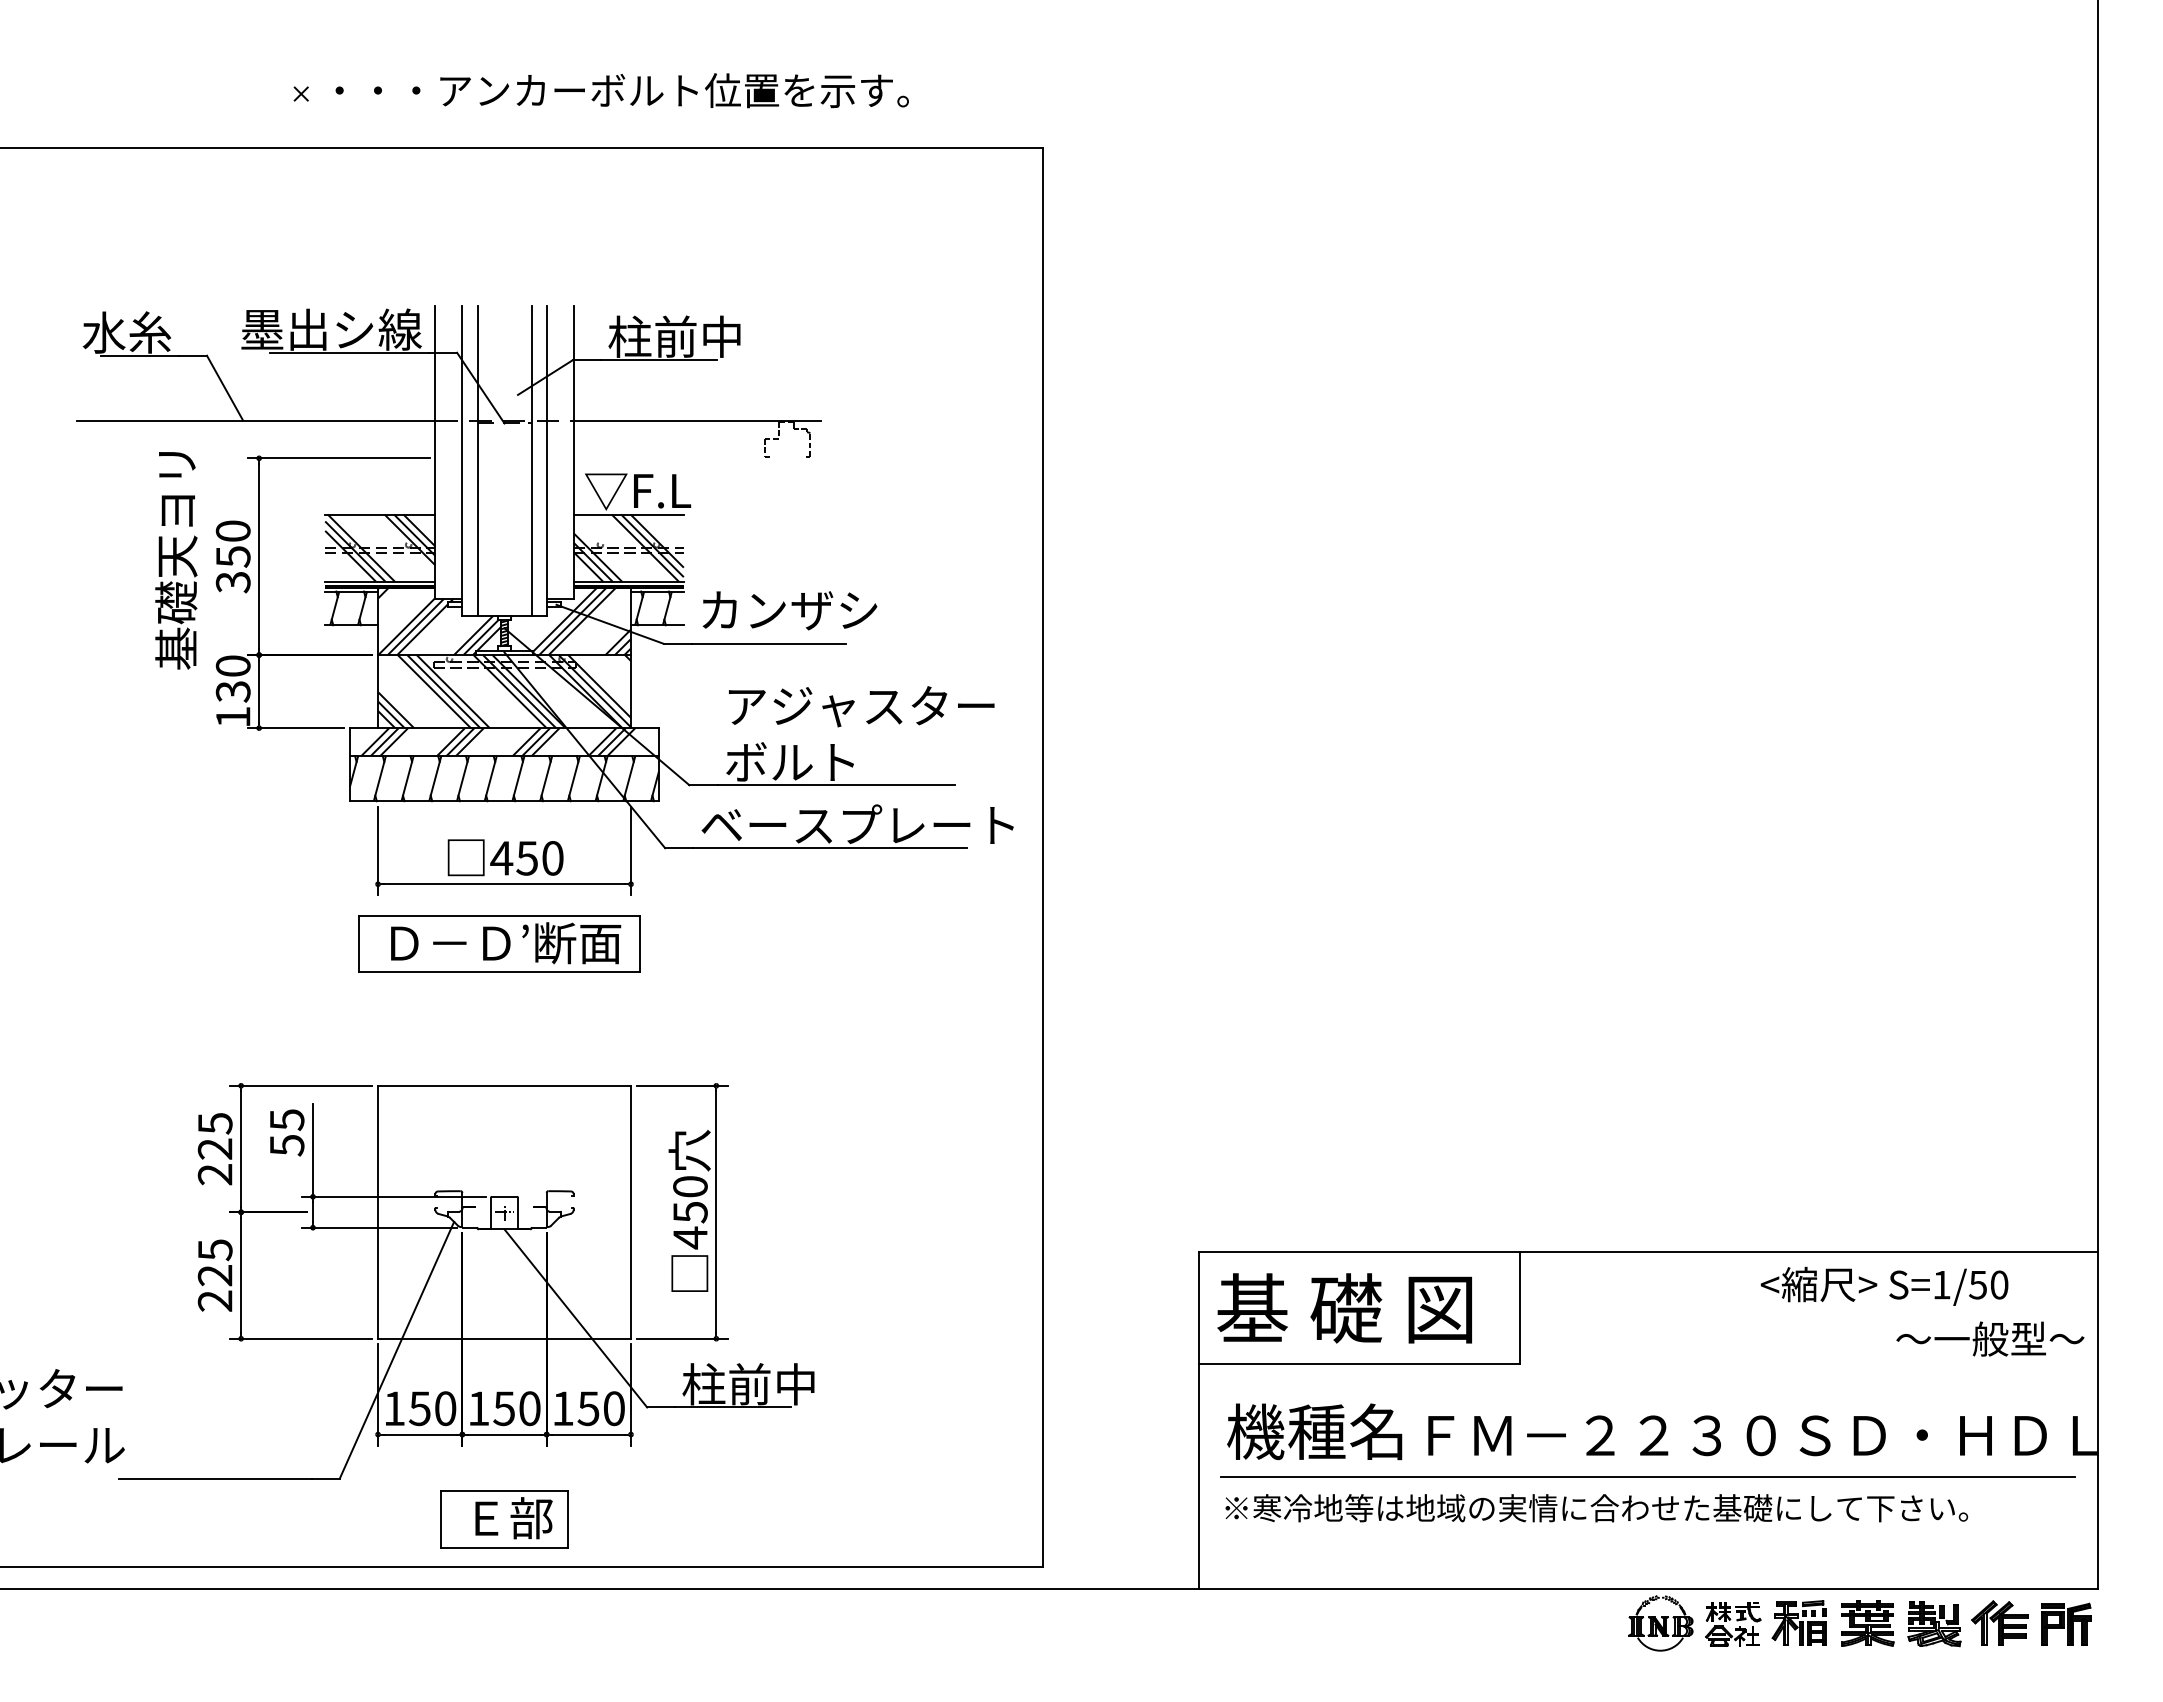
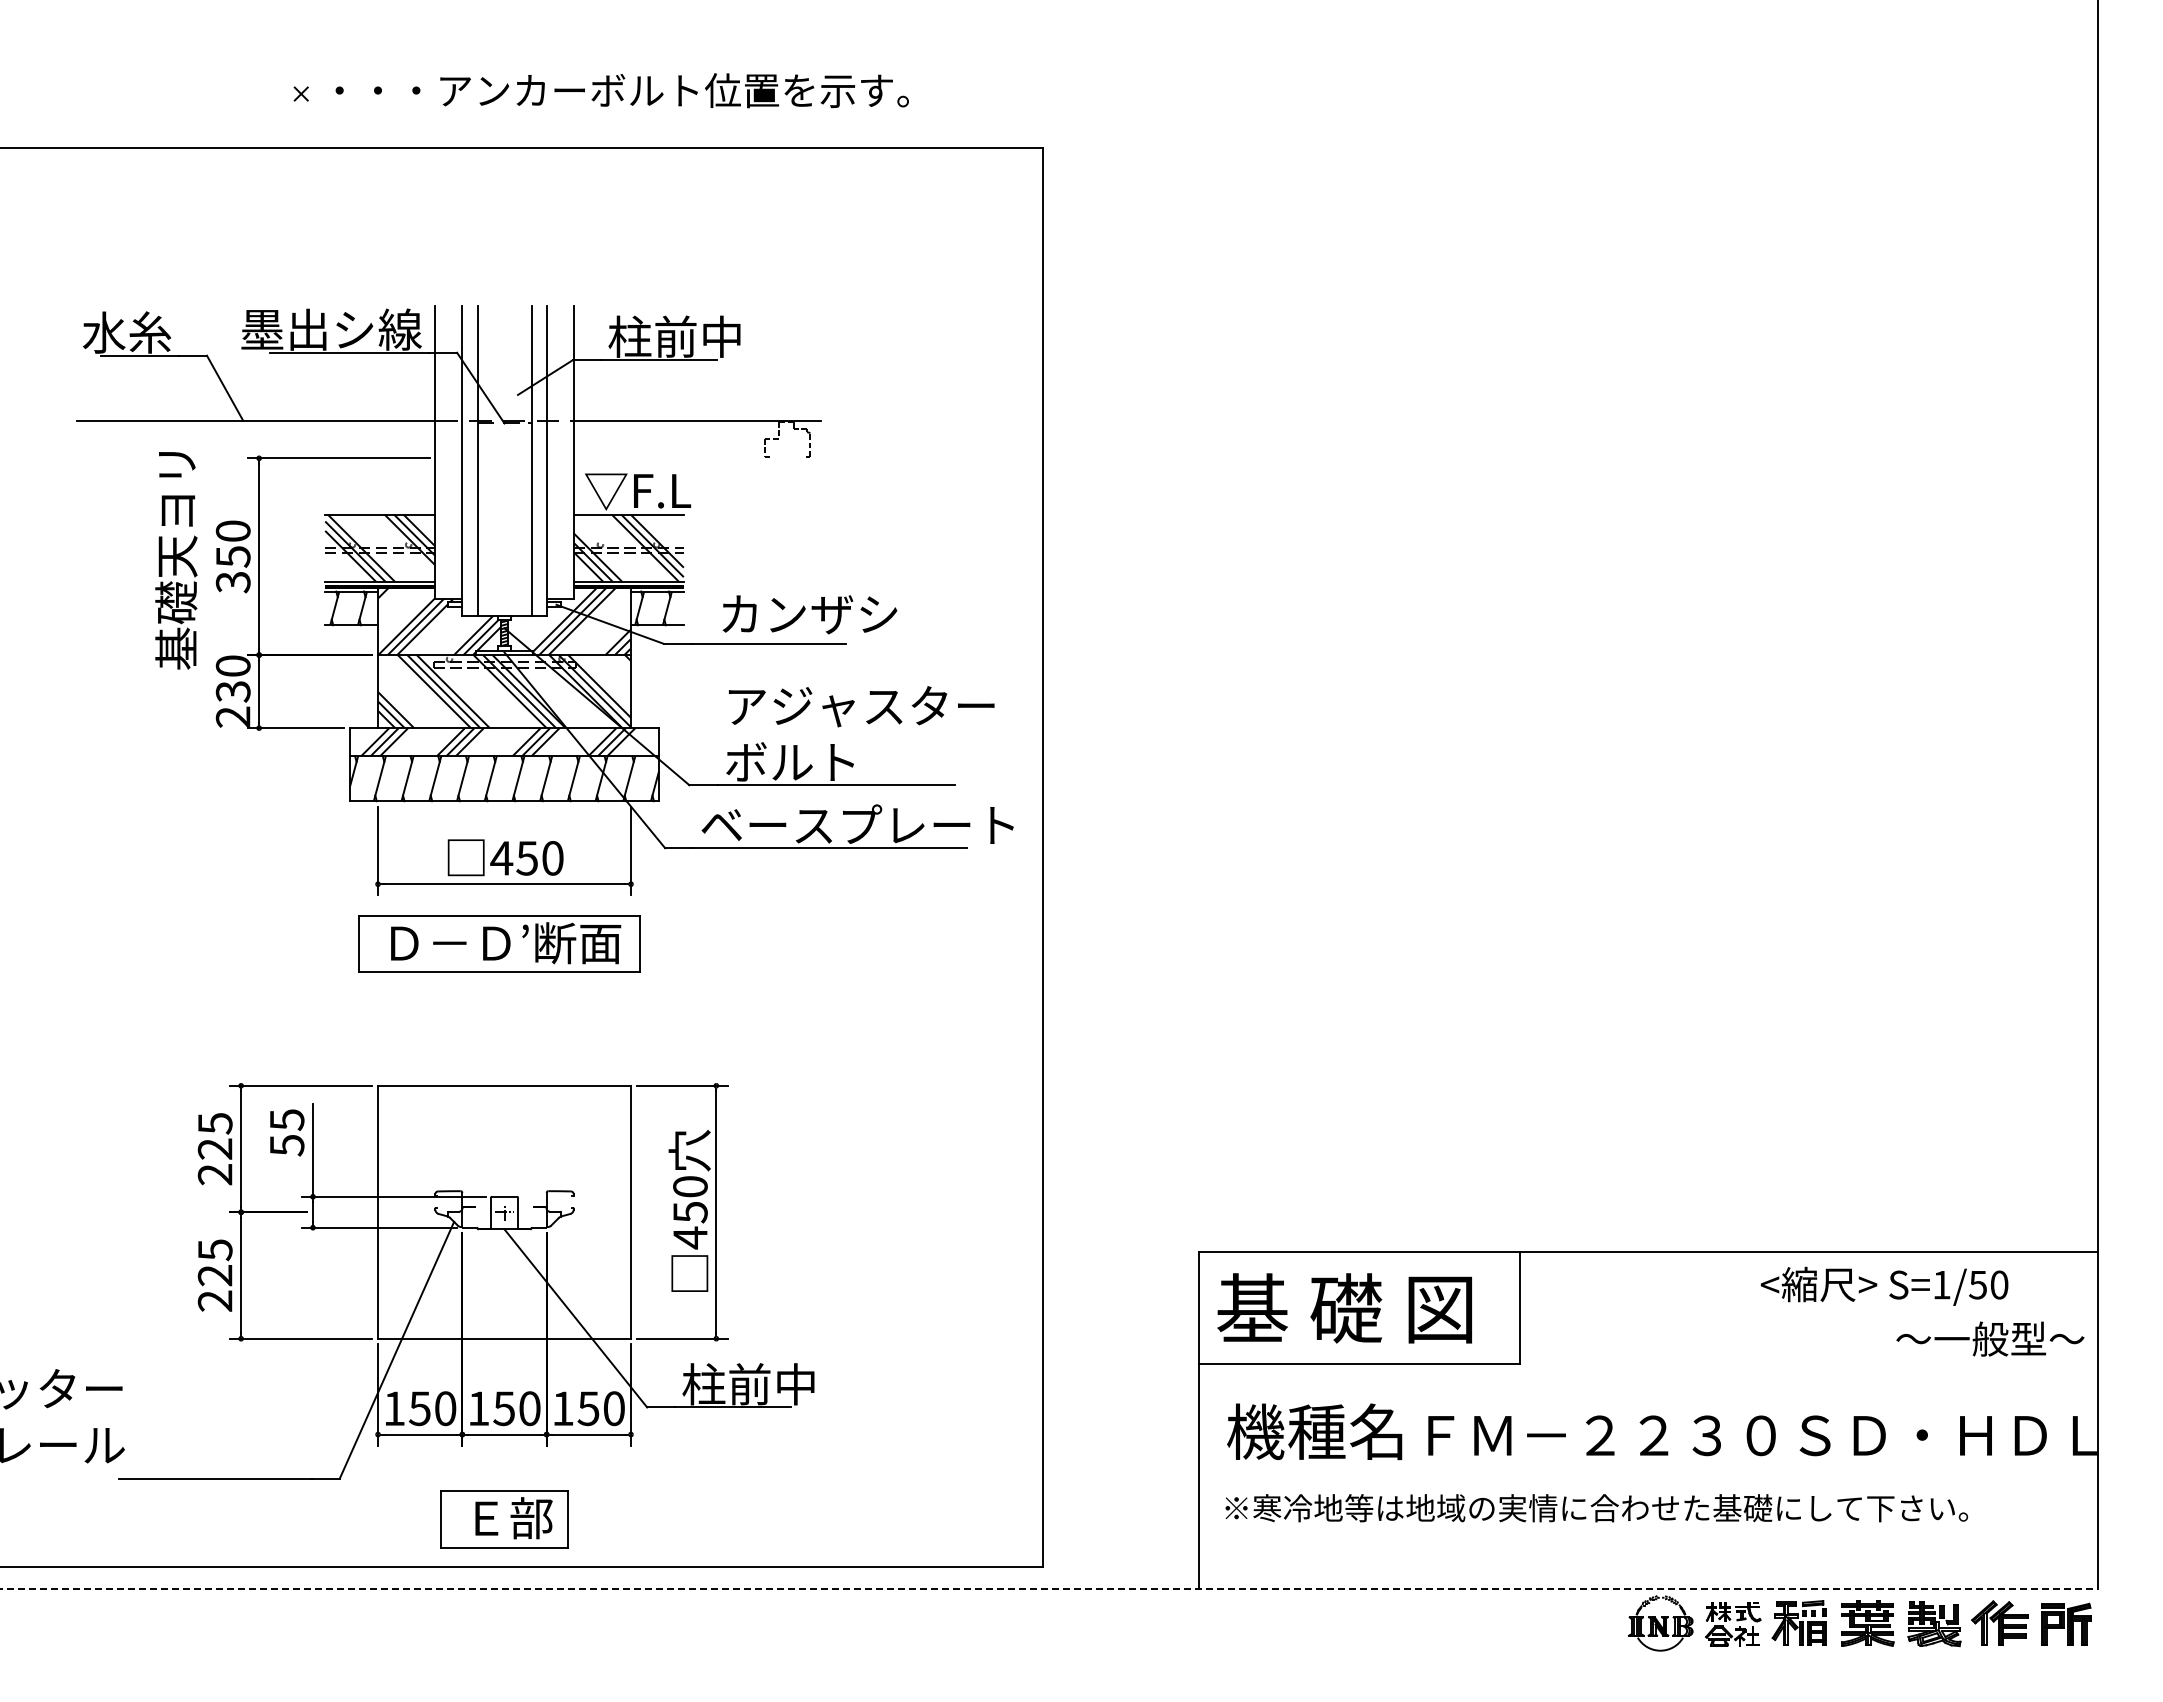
text at (789, 610) position: (789, 610) -> (809, 614)
text at (232, 716): 130 -> 230
line at (1647, 1476): present -> none
line at (1049, 1589): solid -> dashed
